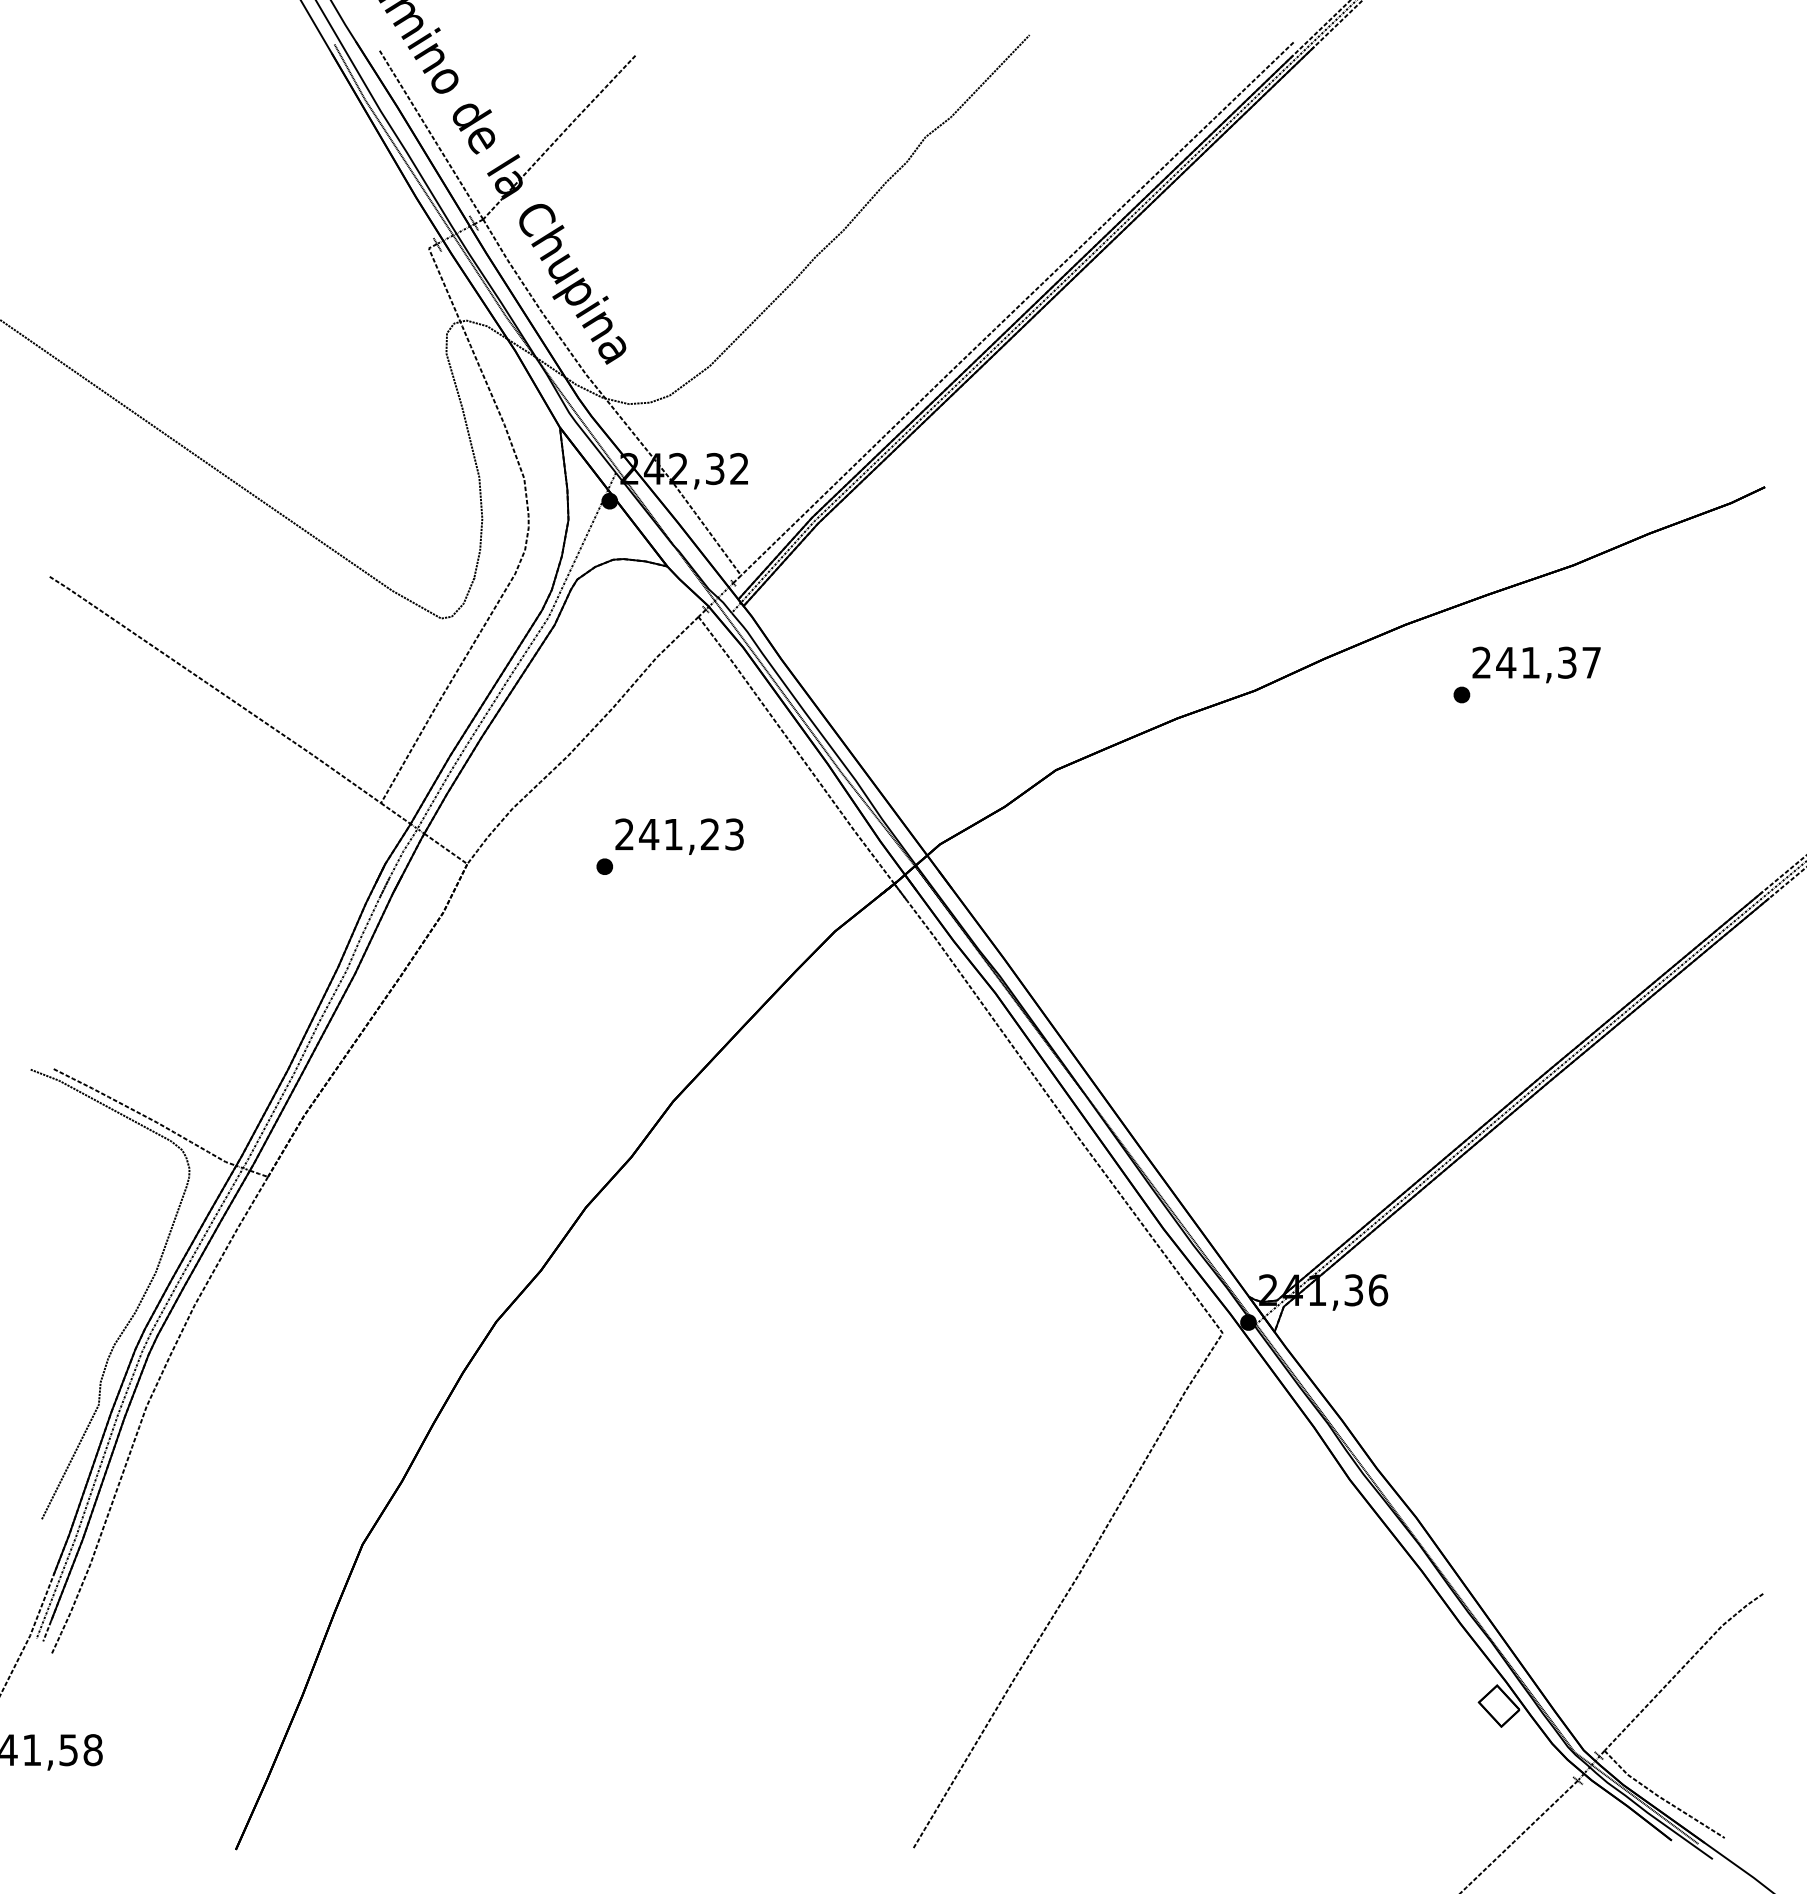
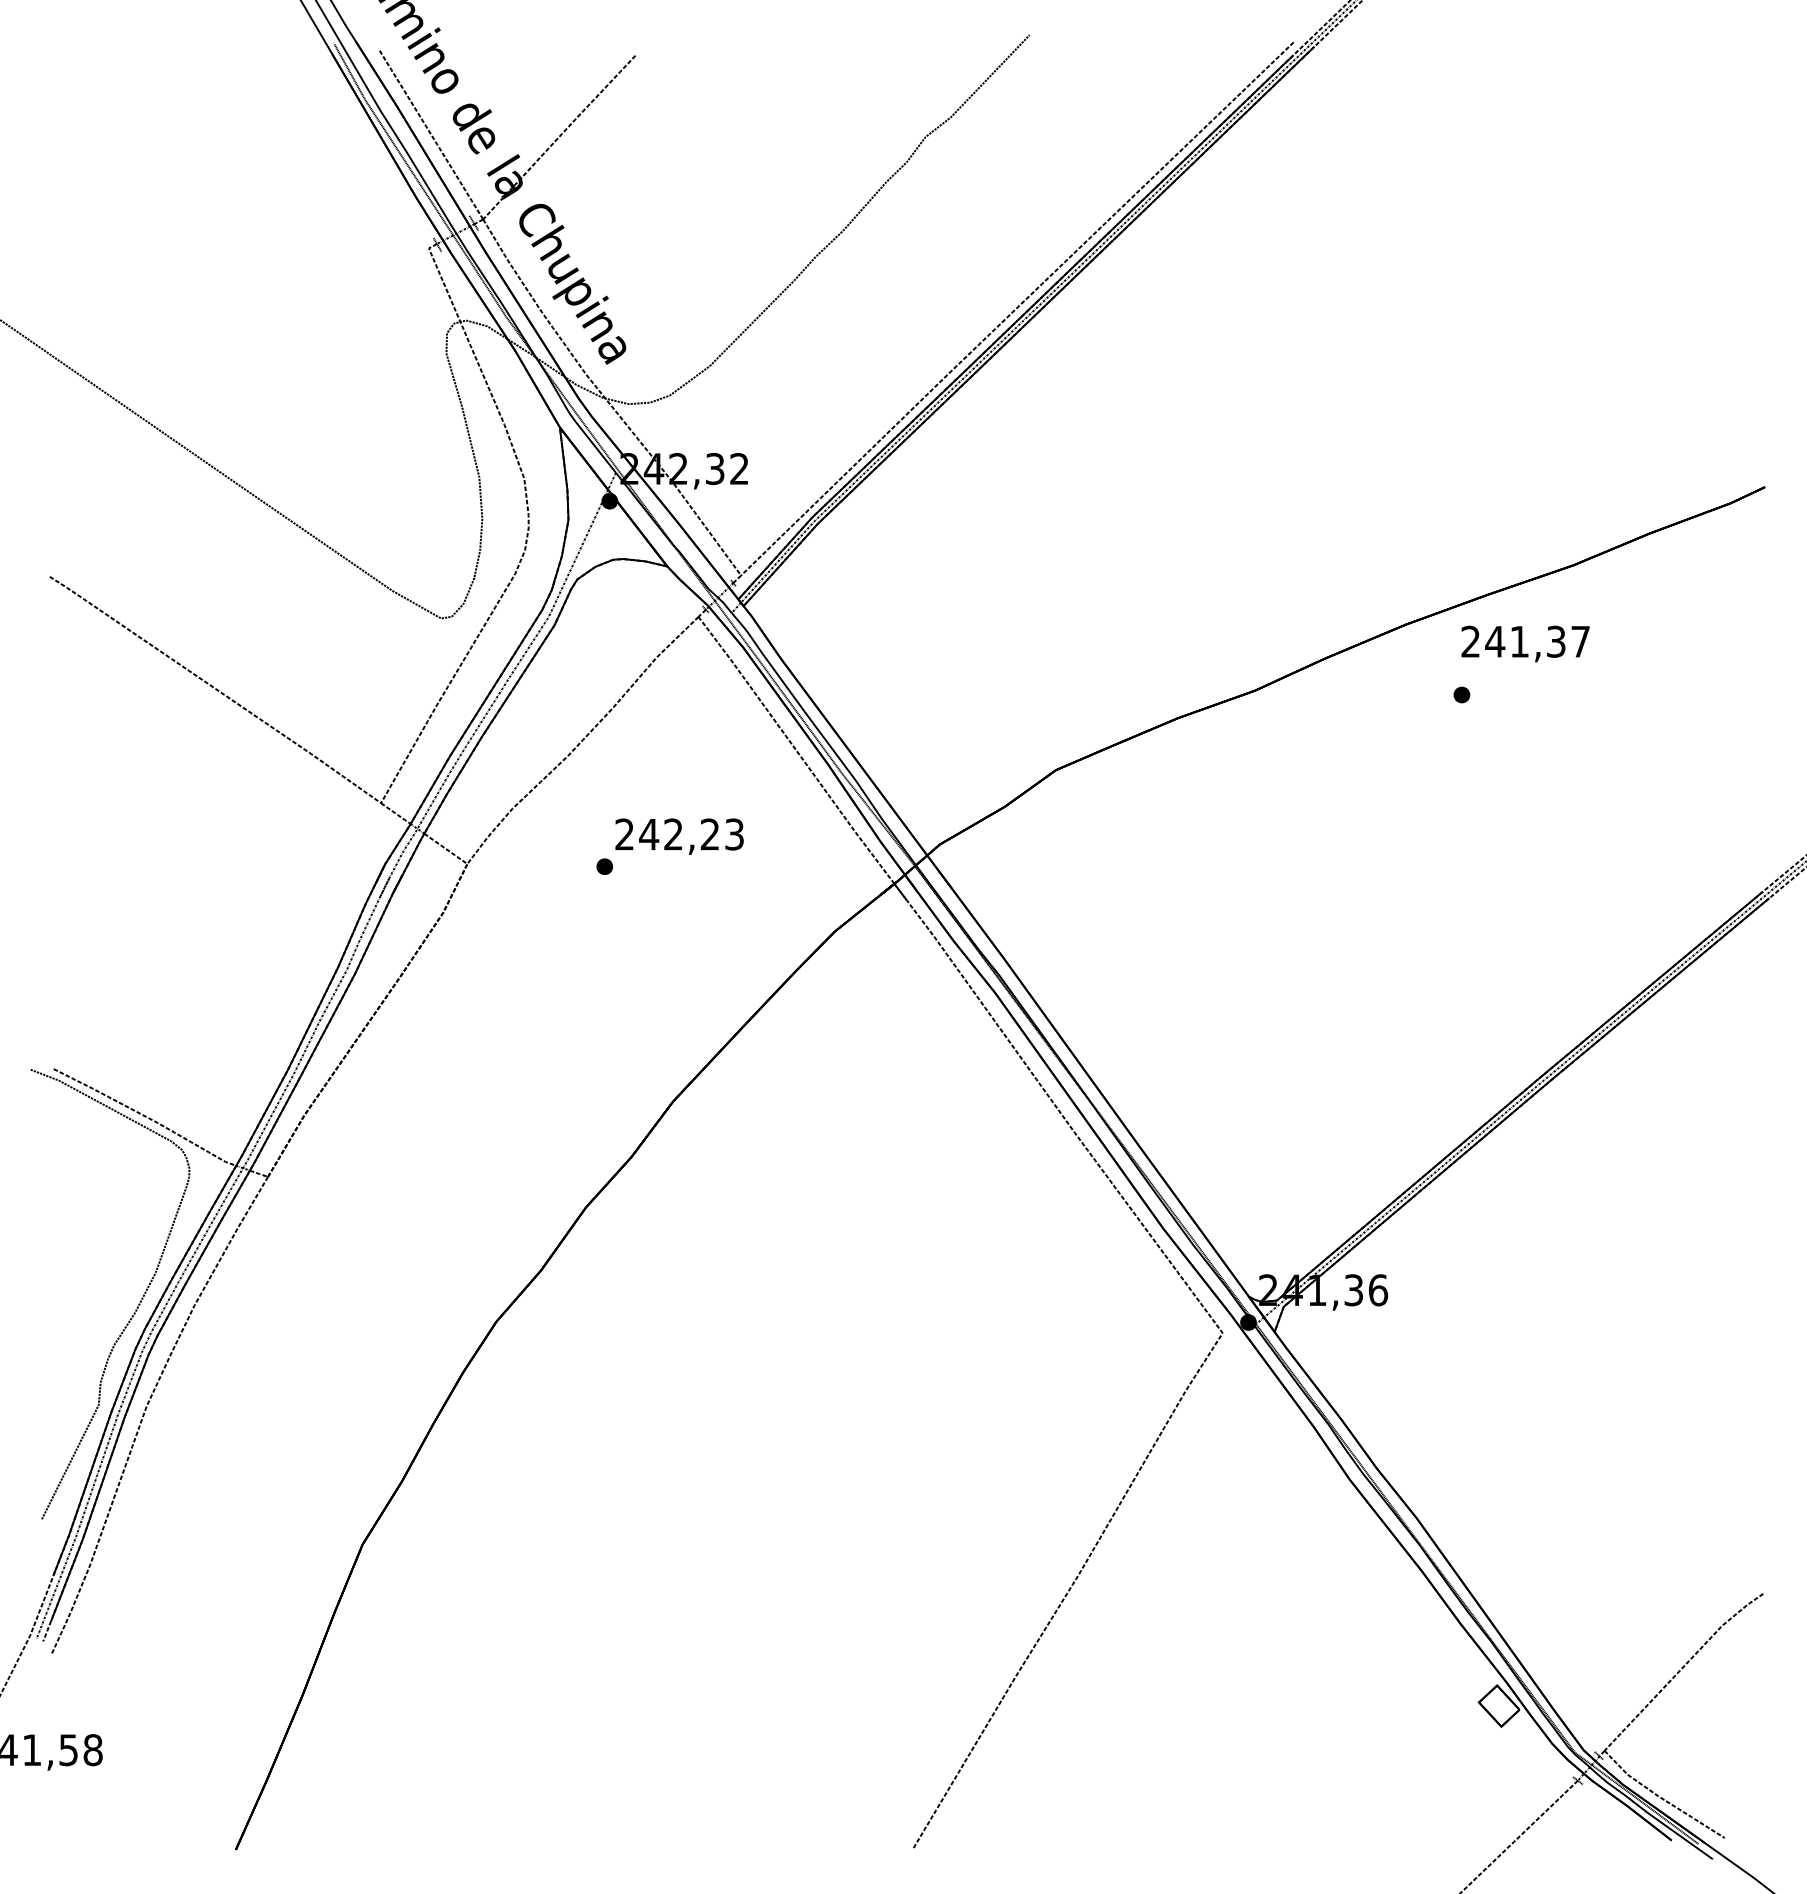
text at (1536, 664) position: (1536, 664) -> (1525, 643)
text at (673, 834): 241,23 -> 242,23
